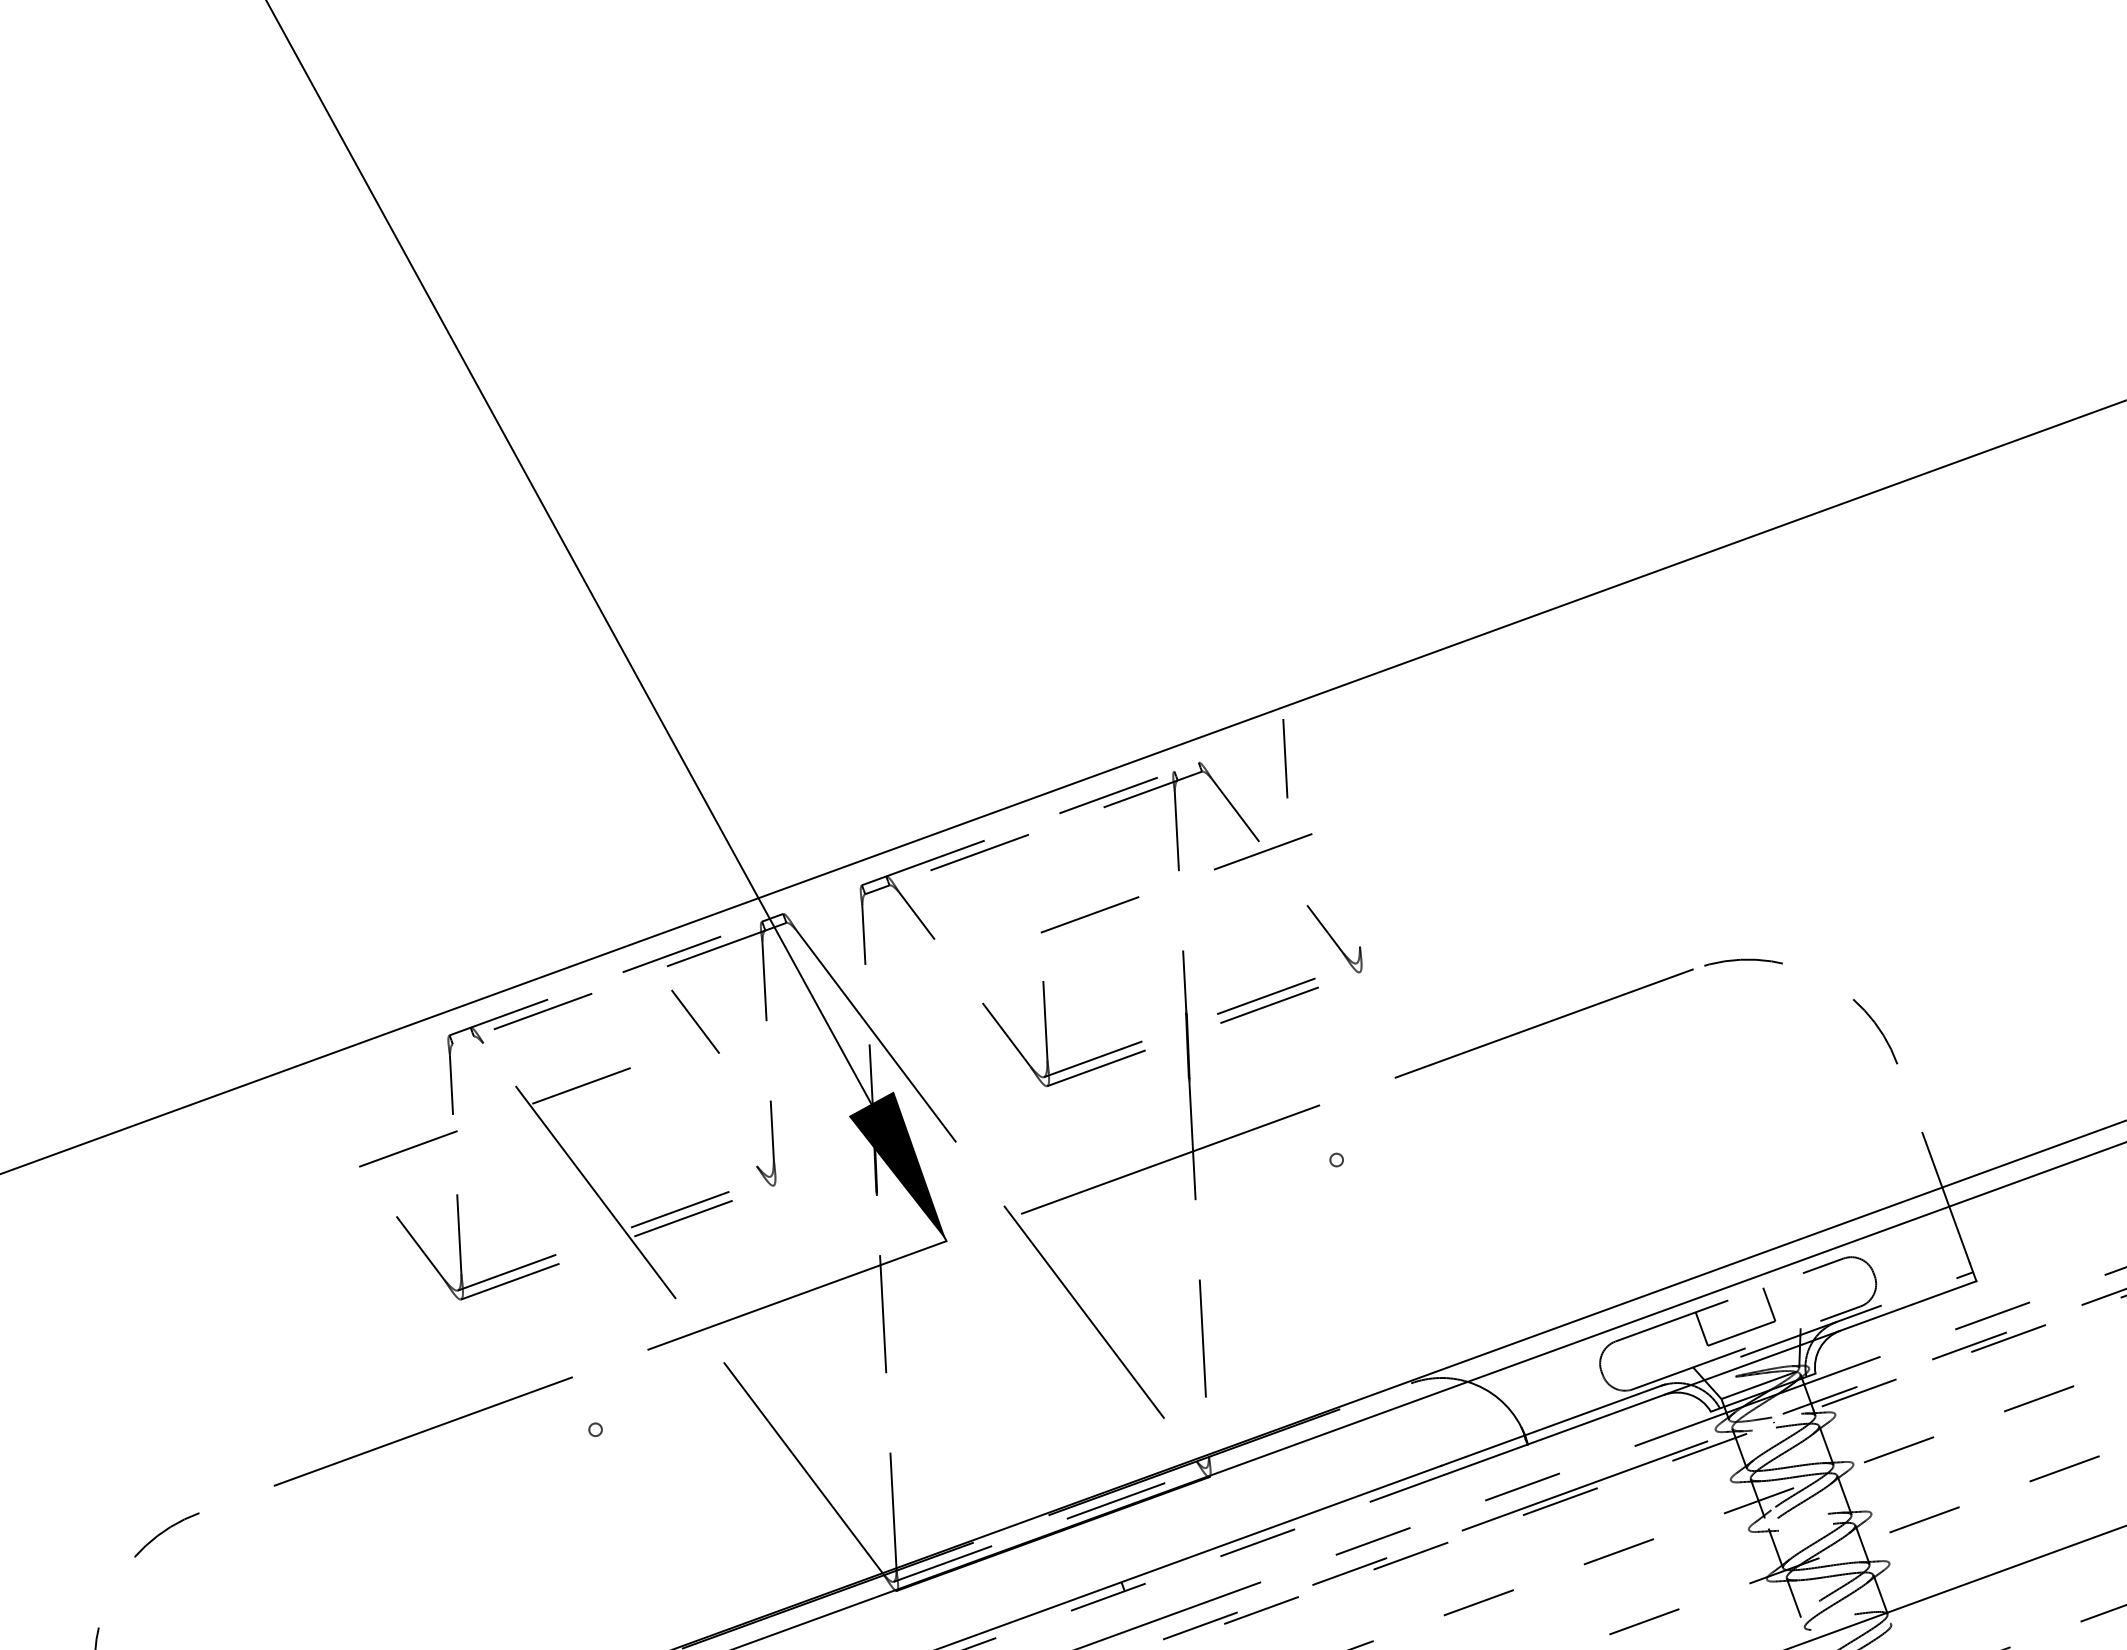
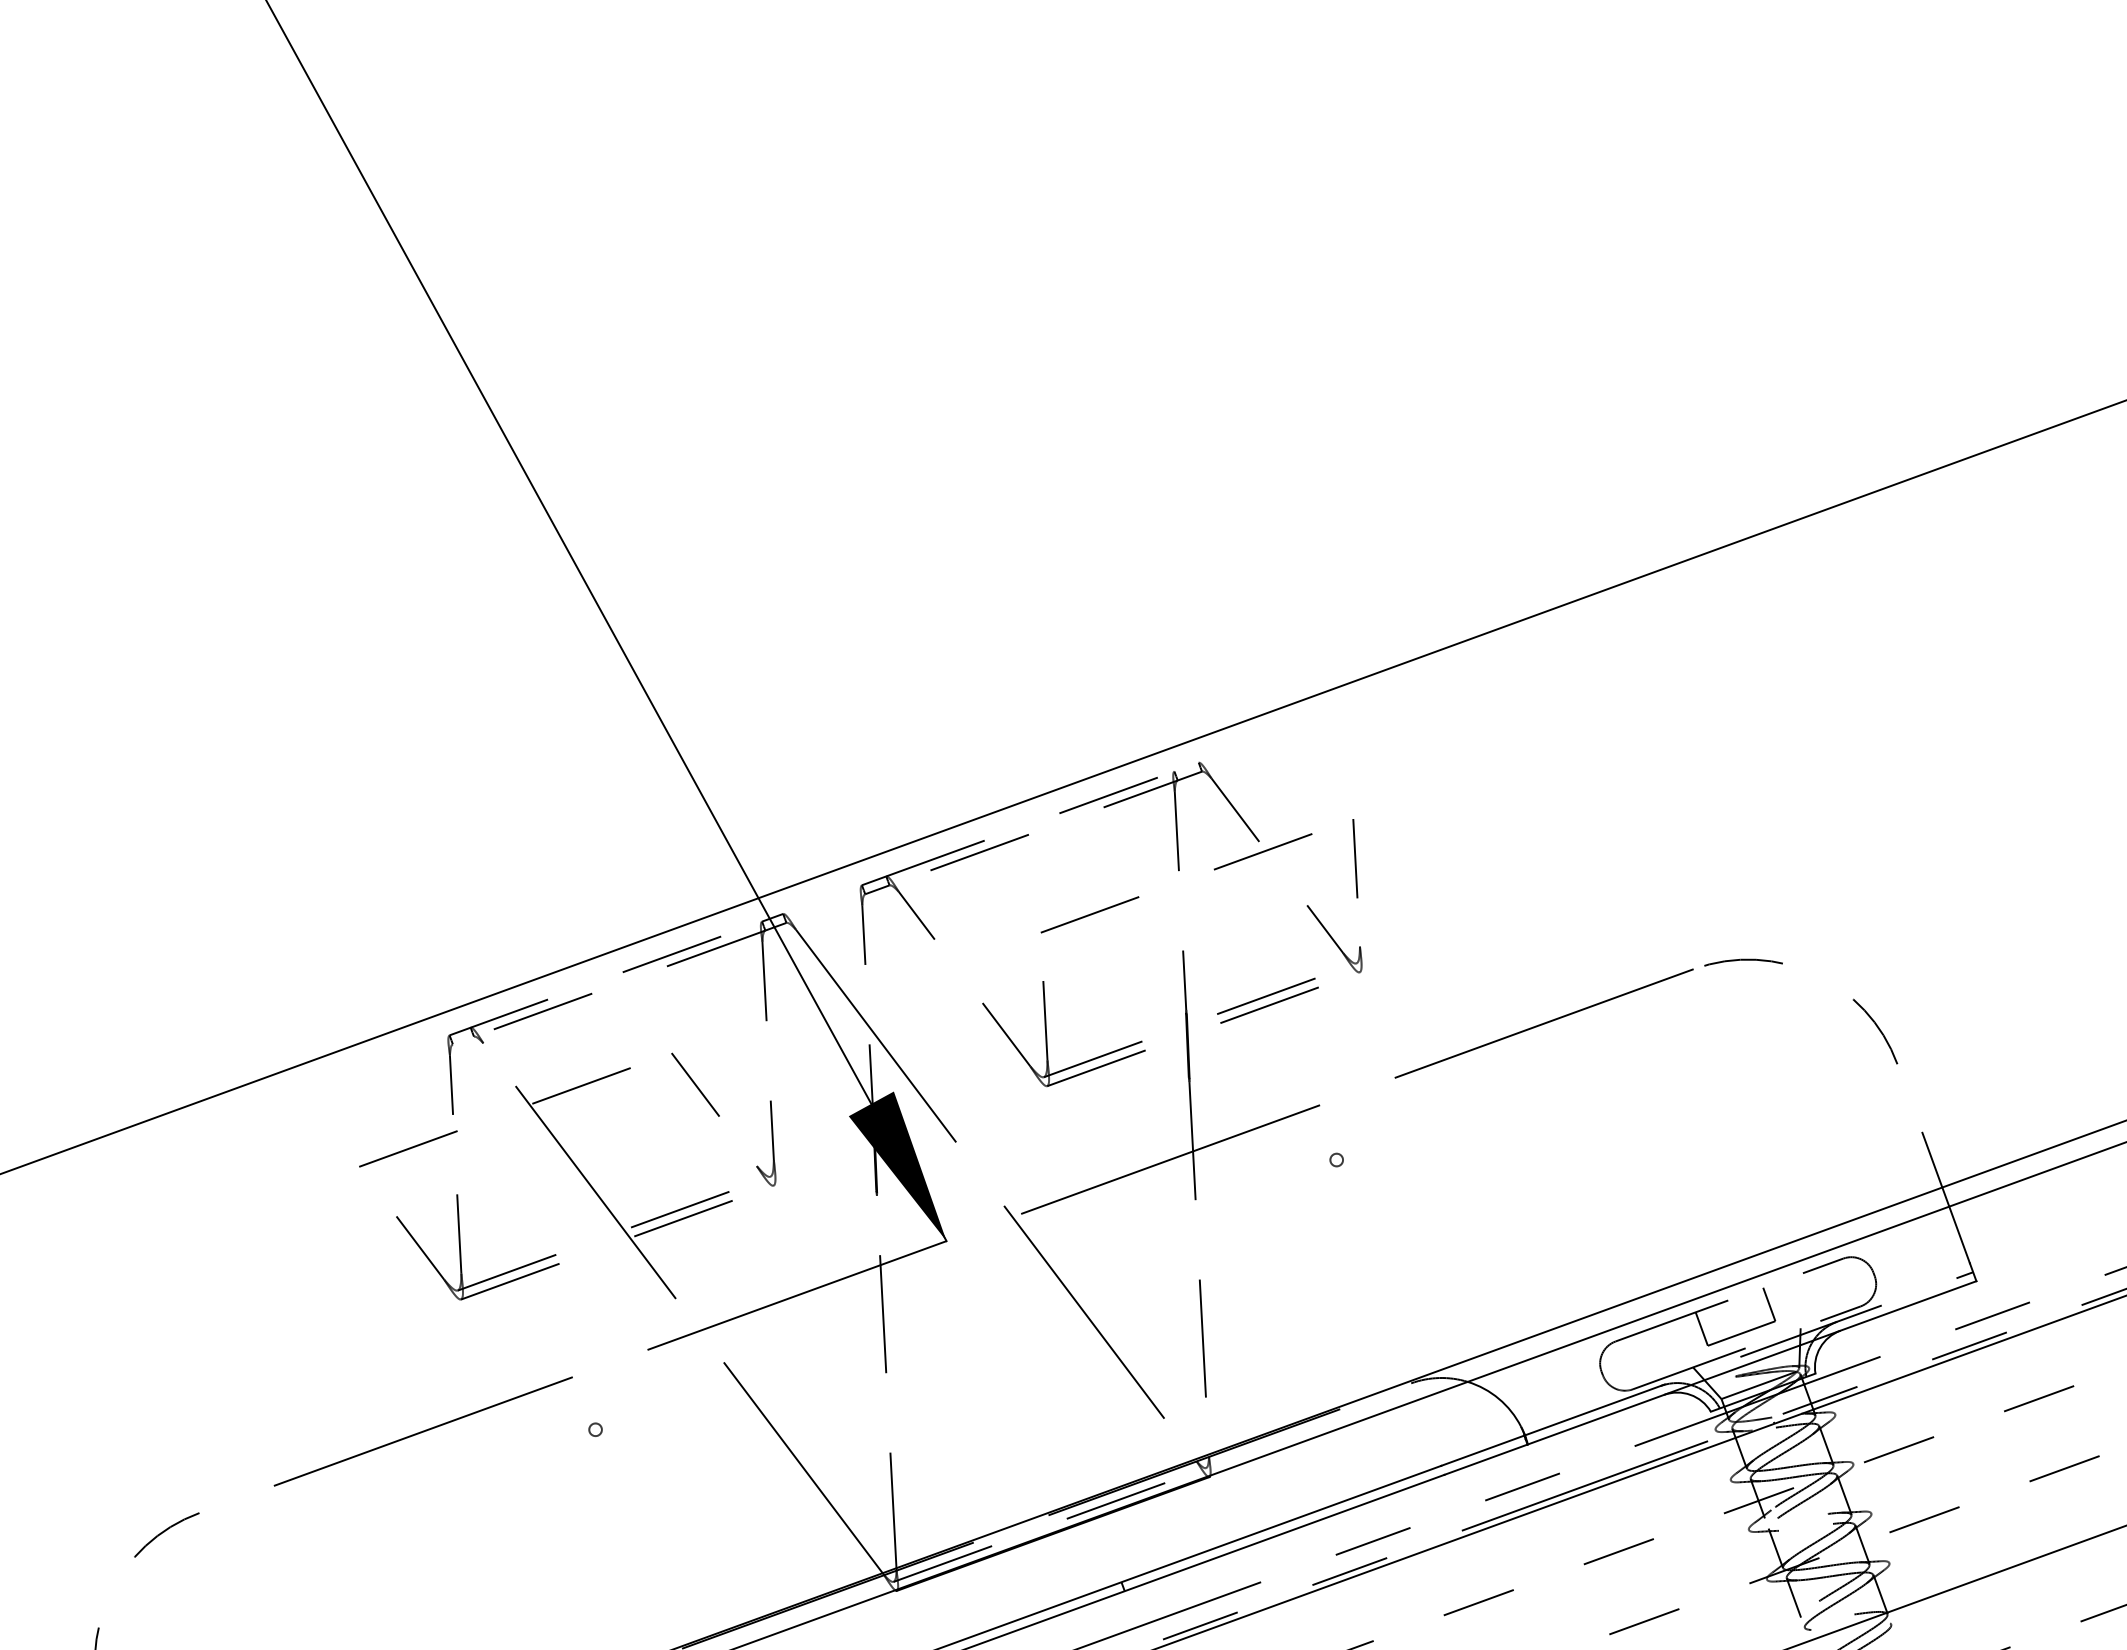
line at (1285, 758) position: (1285, 758) -> (1355, 858)
line at (695, 1021) position: (695, 1021) -> (695, 1084)
line at (1640, 1472): dashed -> solid
line at (1203, 1562): dashed -> solid
